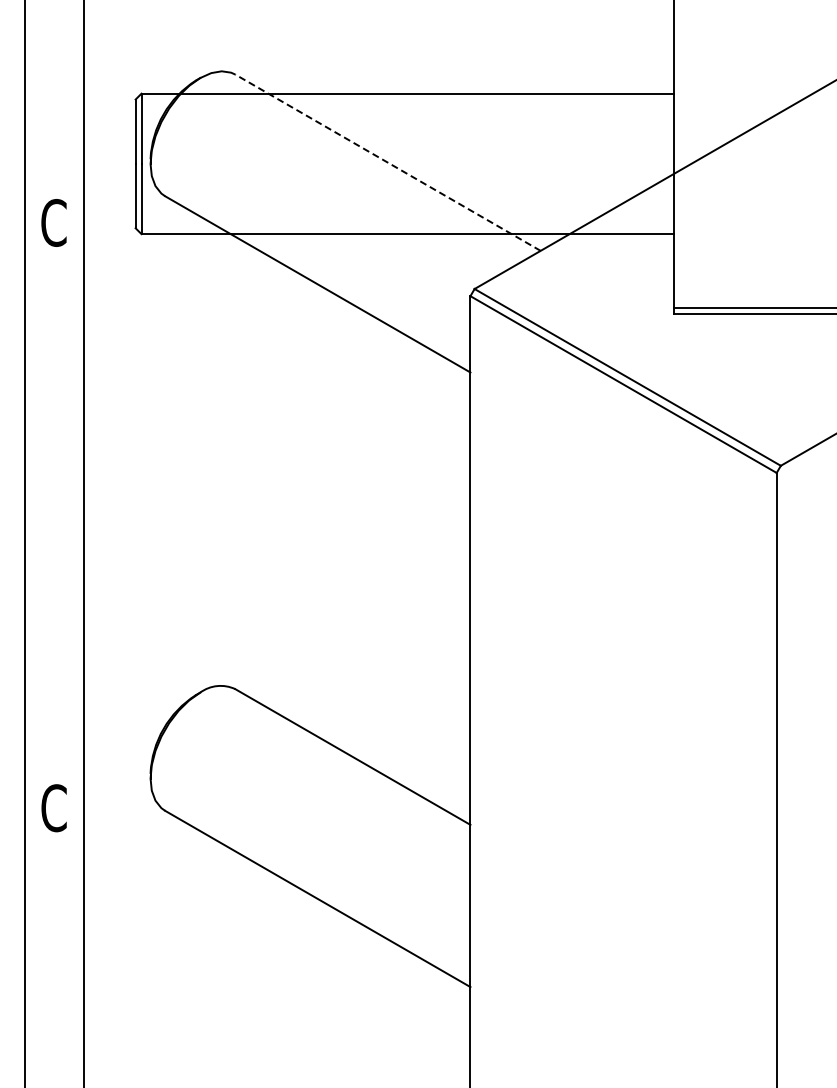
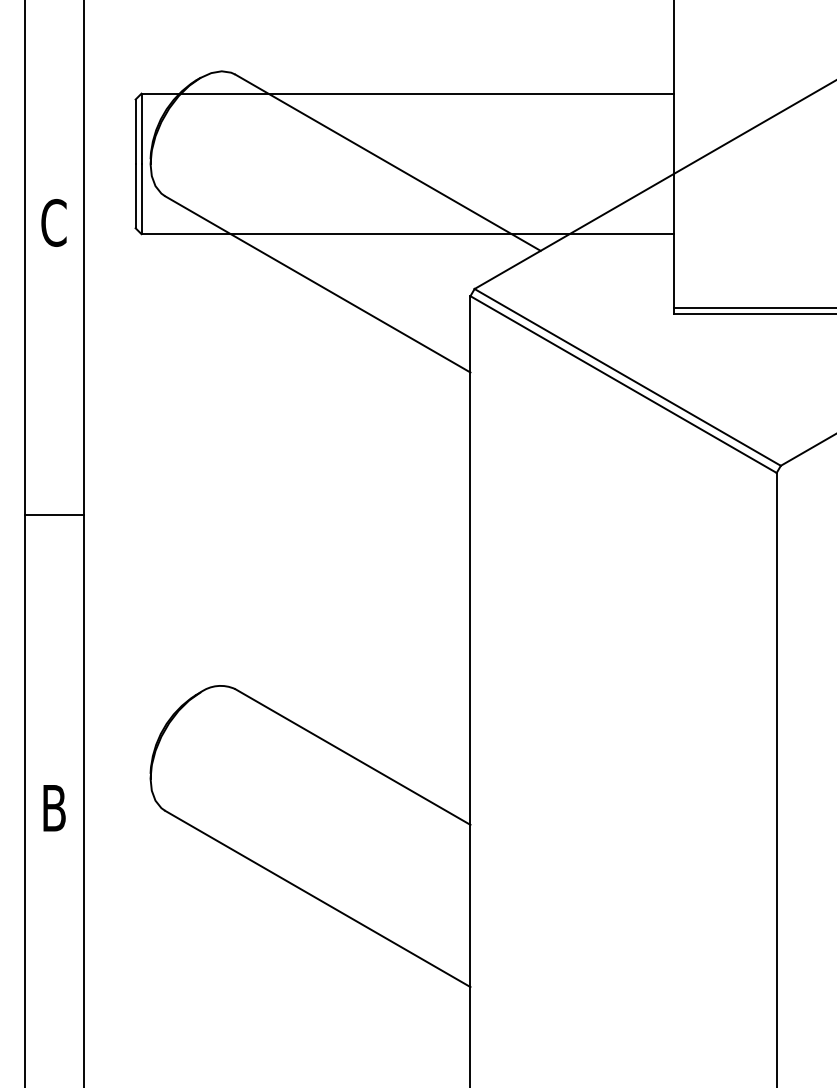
line at (387, 162): dashed -> solid
line at (54, 515): none -> present
text at (53, 808): C -> B
